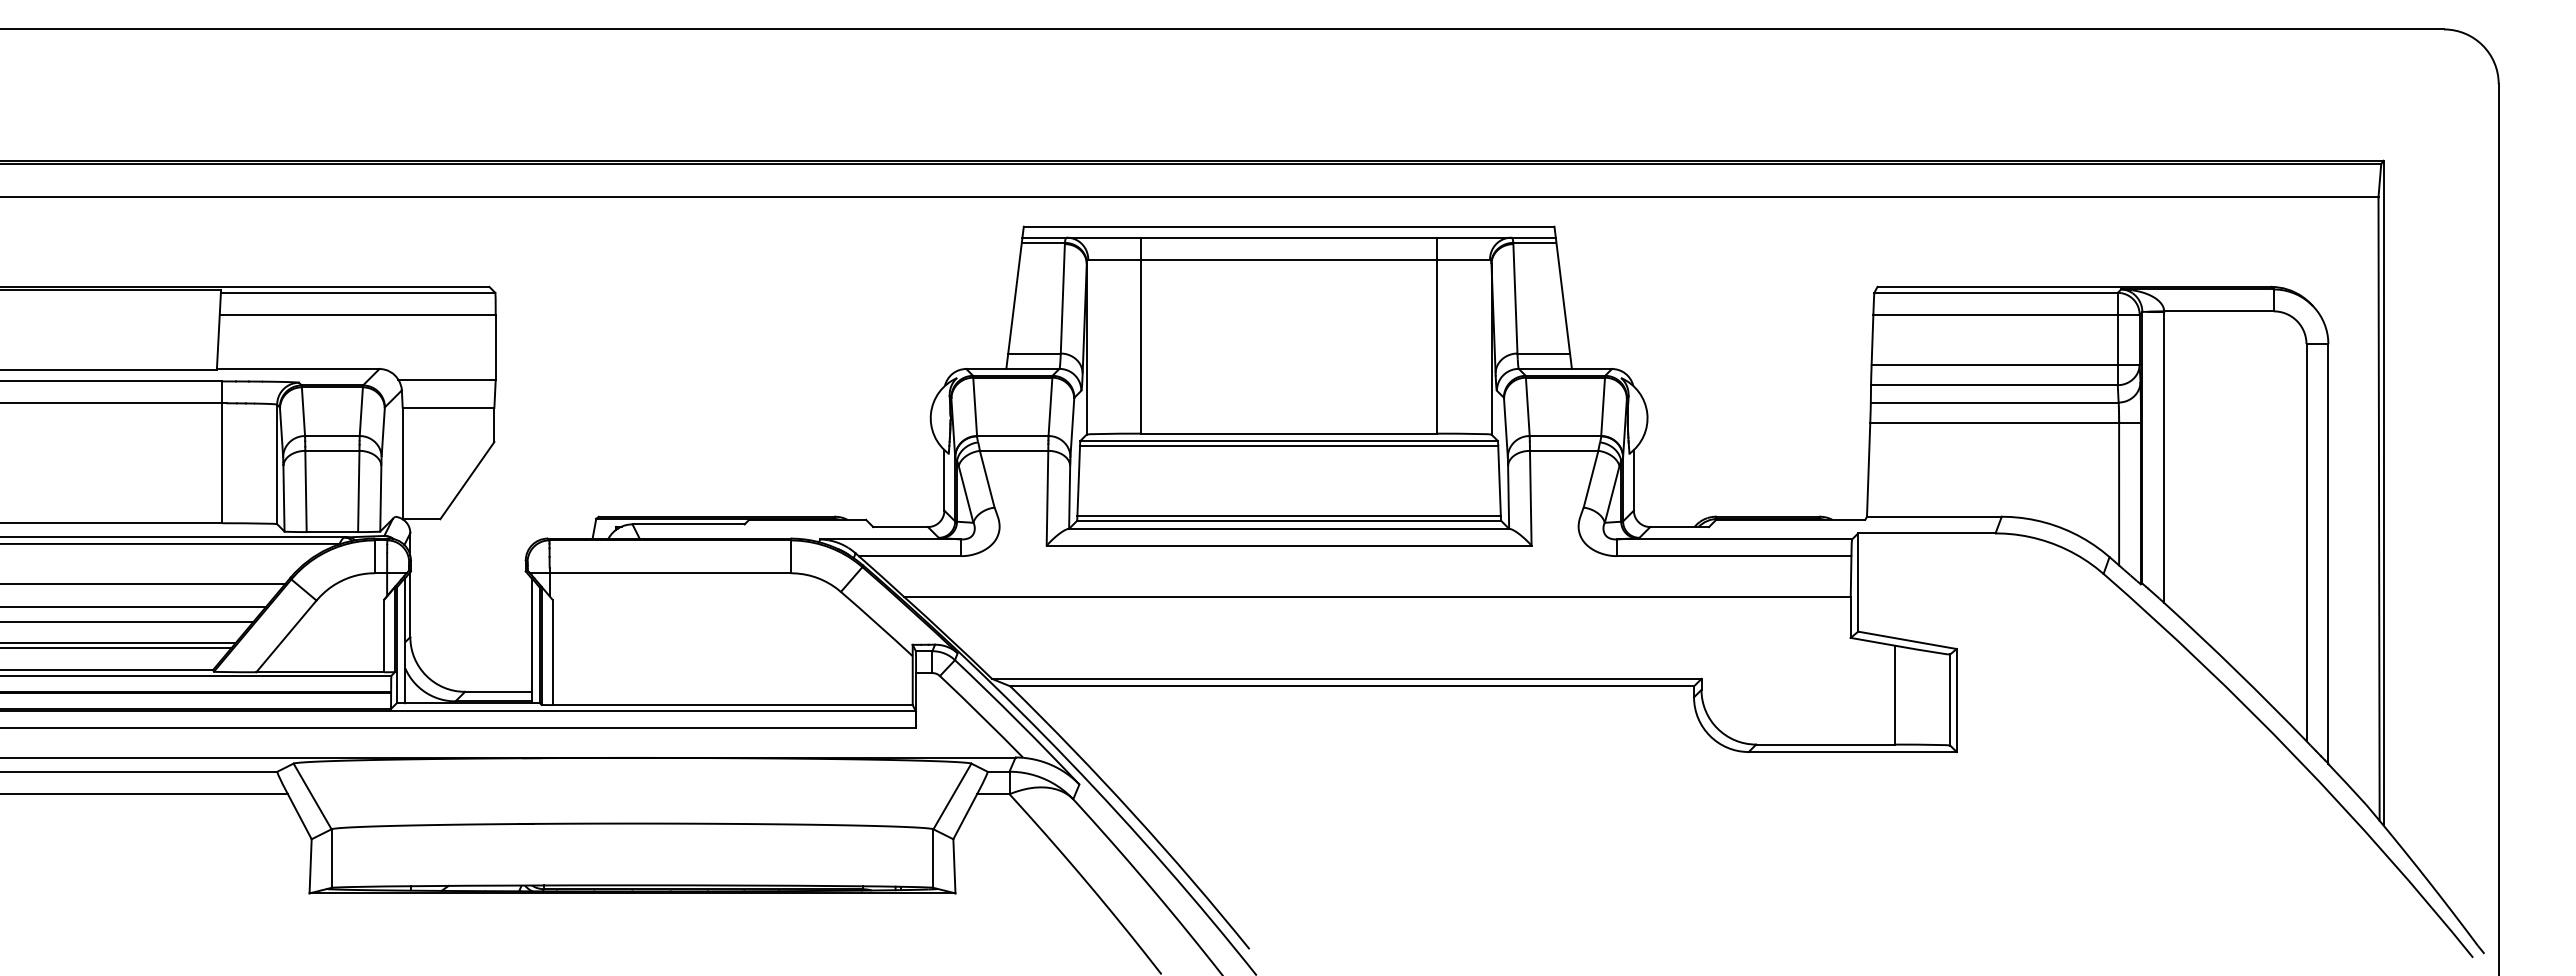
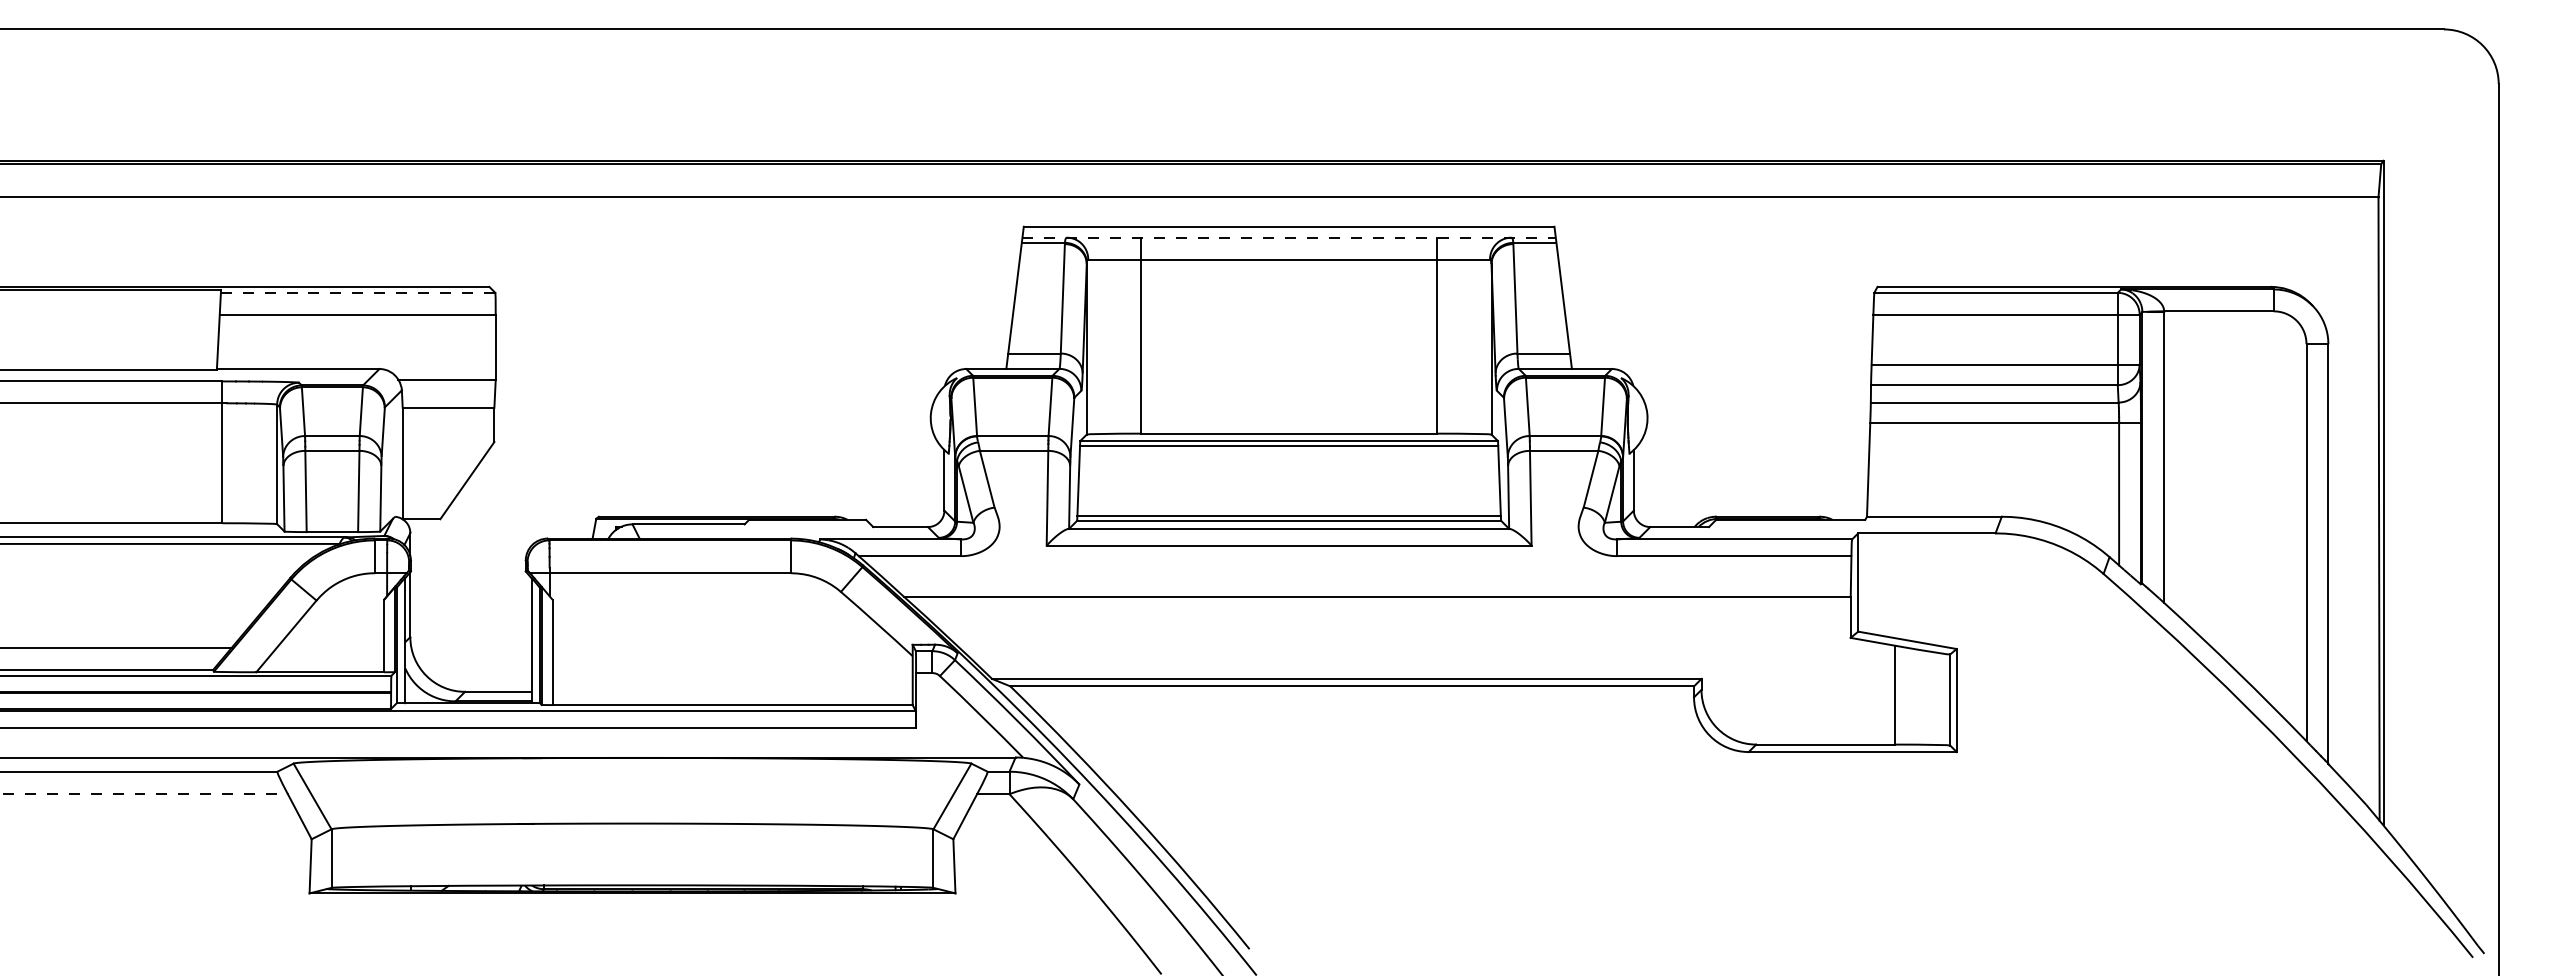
line at (1289, 237): solid -> dashed
line at (358, 292): solid -> dashed
line at (143, 583): present -> none
line at (134, 606): present -> none
line at (127, 621): present -> none
line at (118, 643): present -> none
line at (143, 794): solid -> dashed
